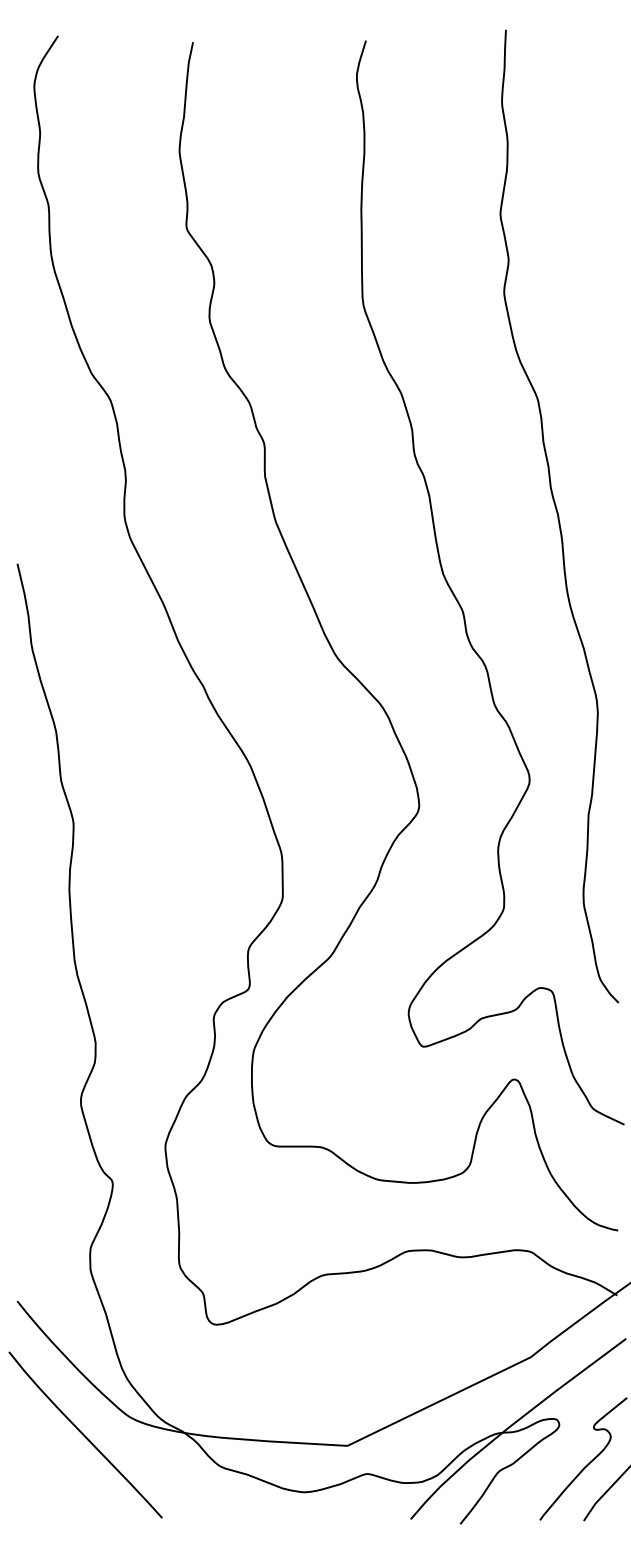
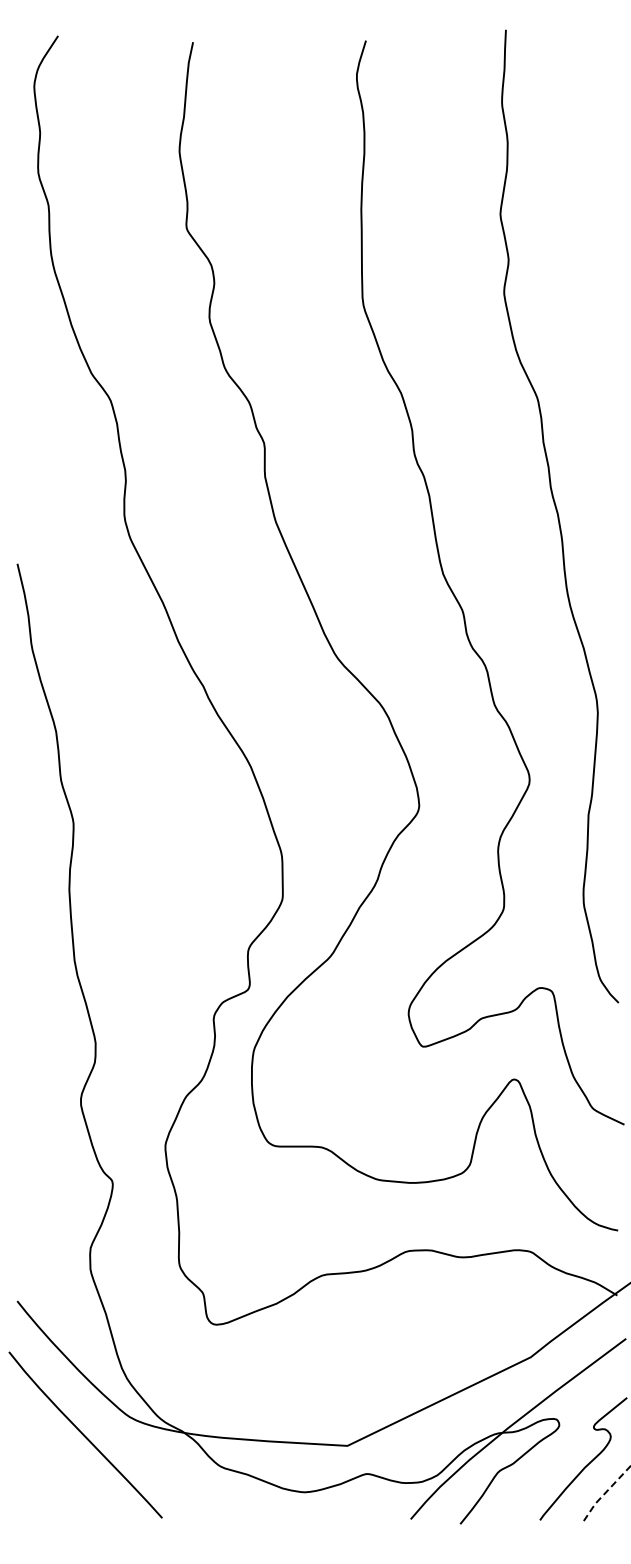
line at (605, 1492): solid -> dashed
